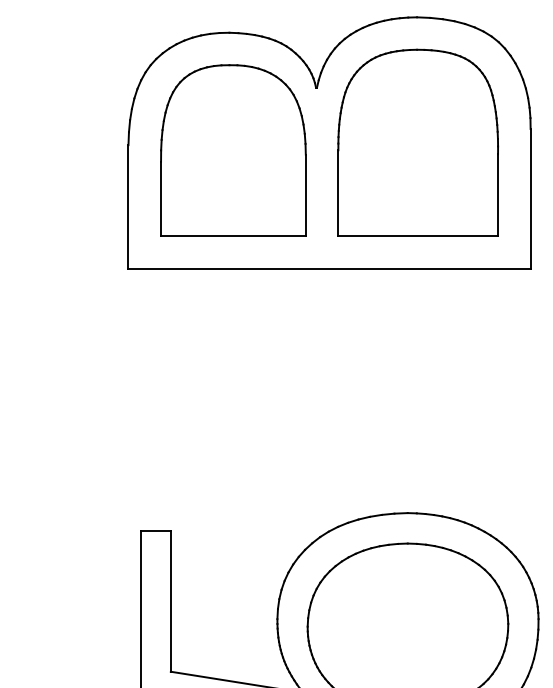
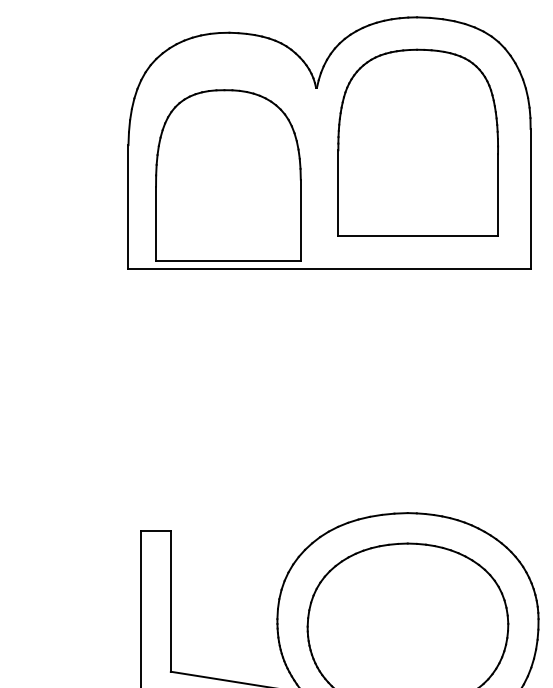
part at (233, 150) position: (233, 150) -> (228, 175)
